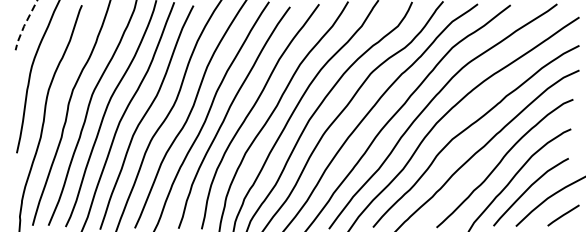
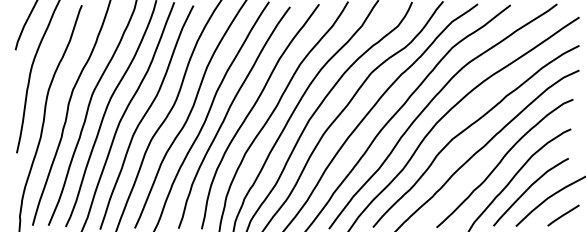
line at (24, 26): dashed -> solid
